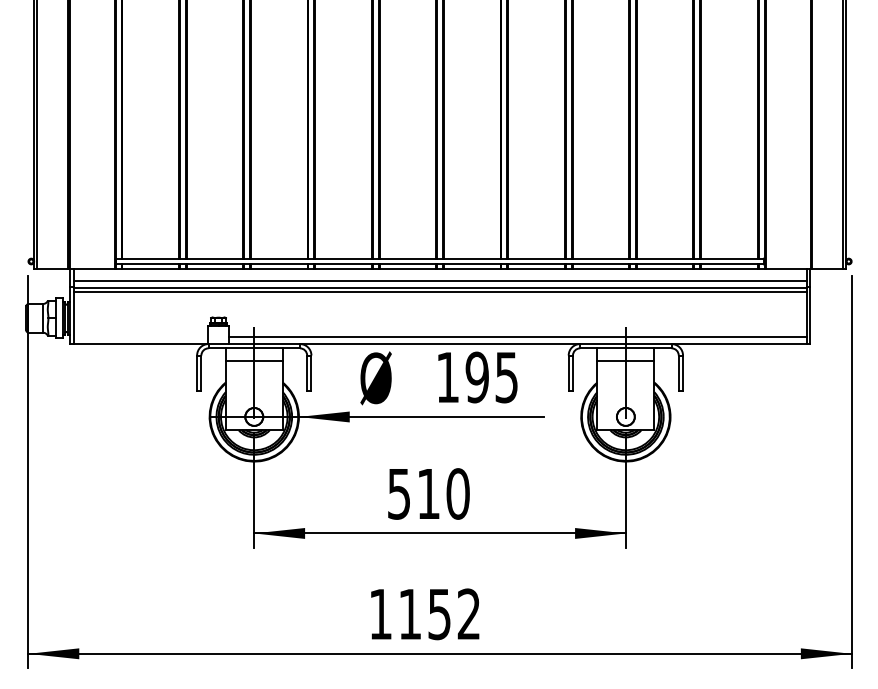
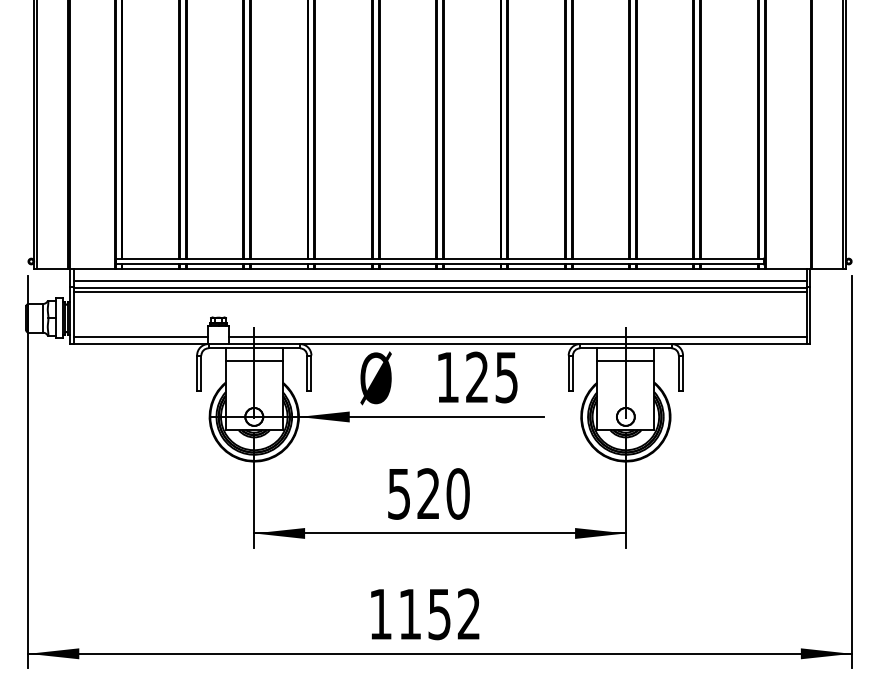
line at (140, 336): none -> present
text at (476, 377): 195 -> 125
text at (428, 493): 510 -> 520
